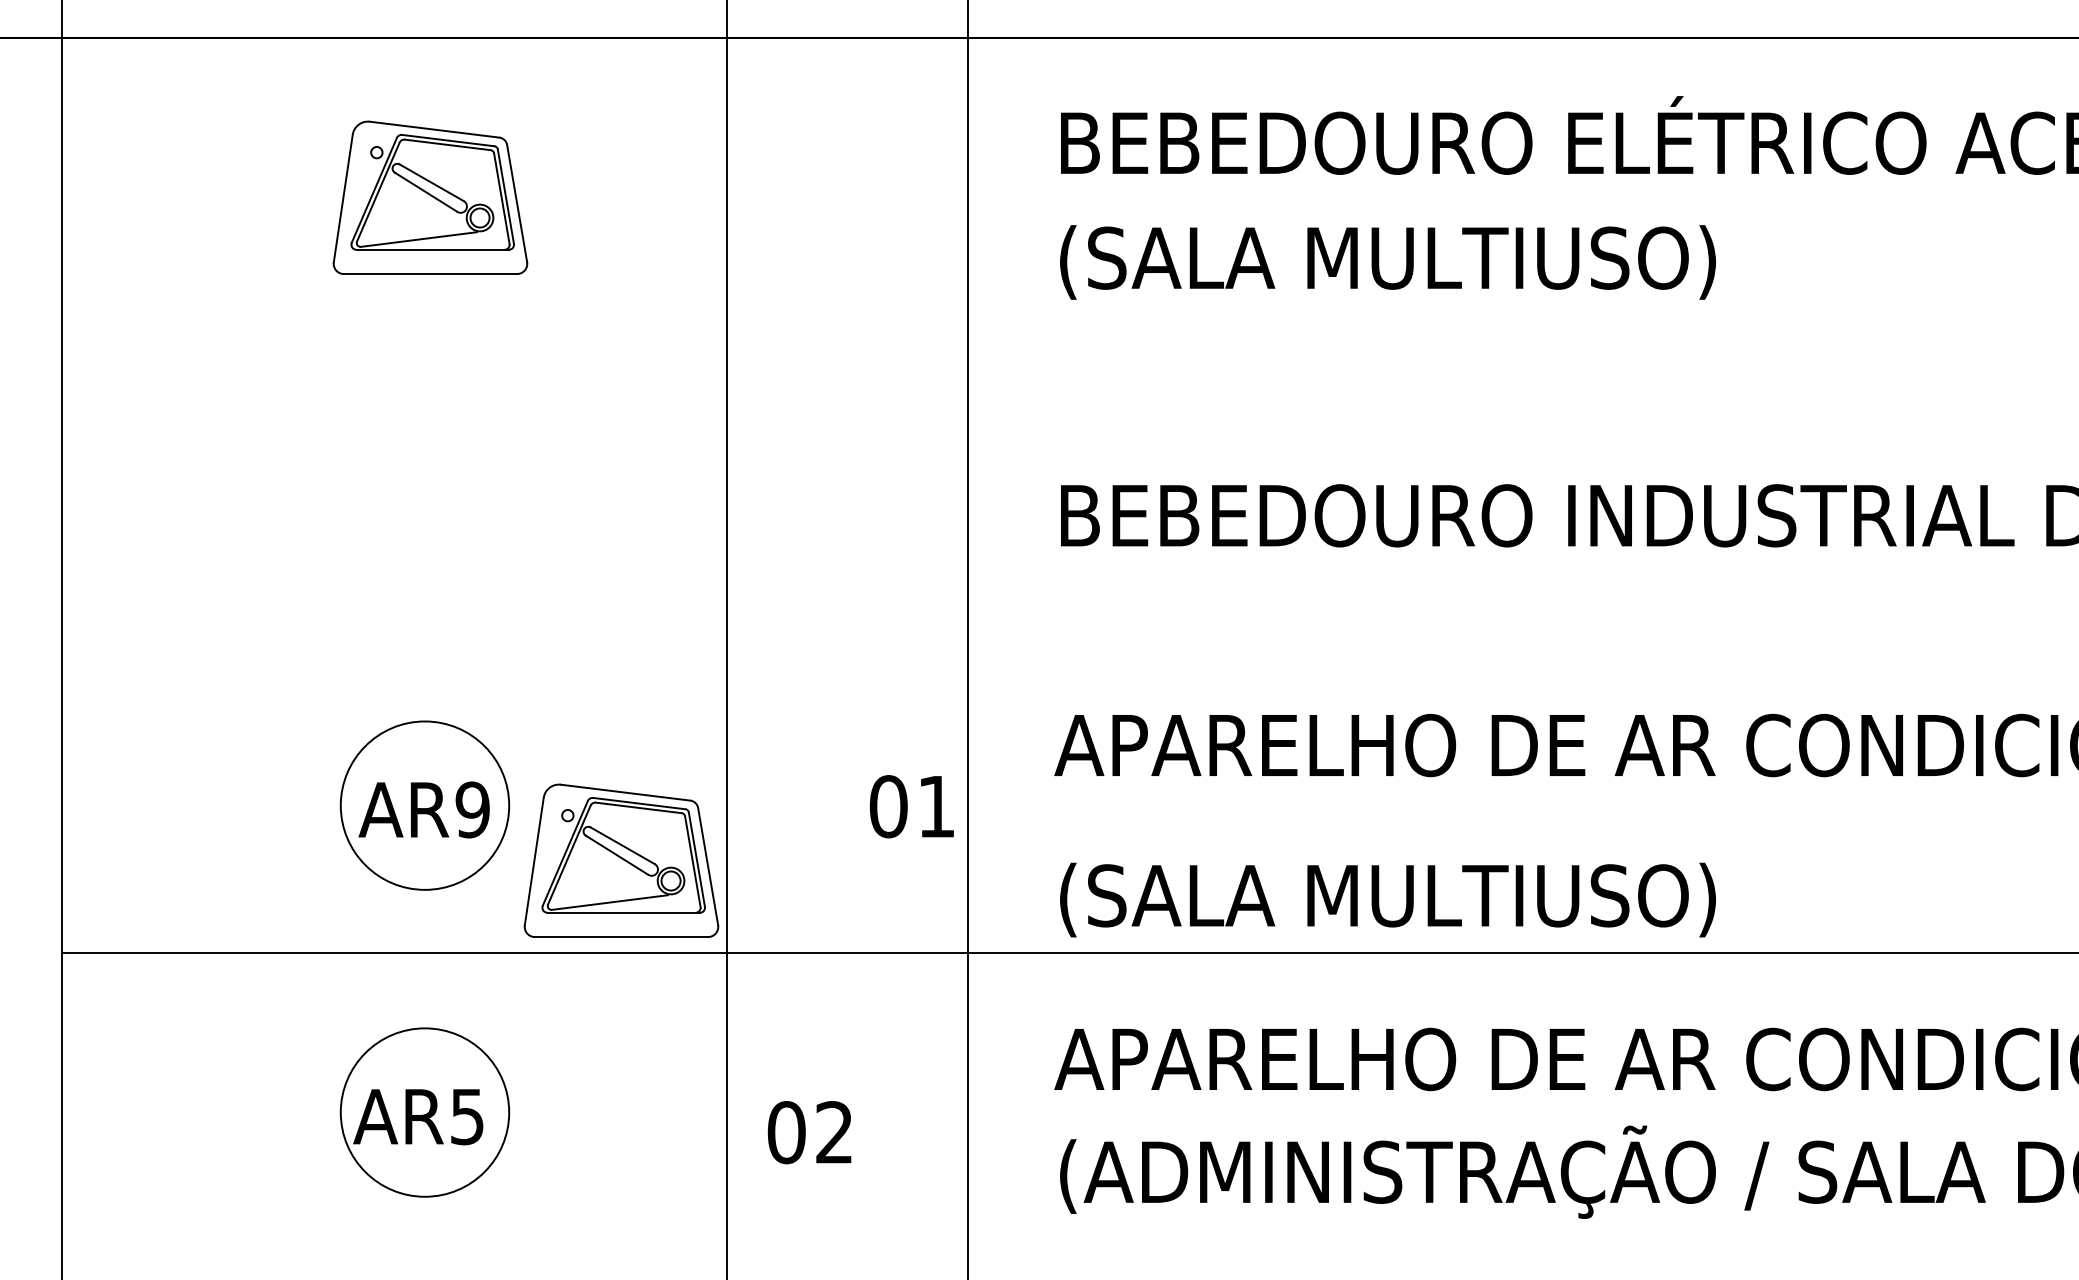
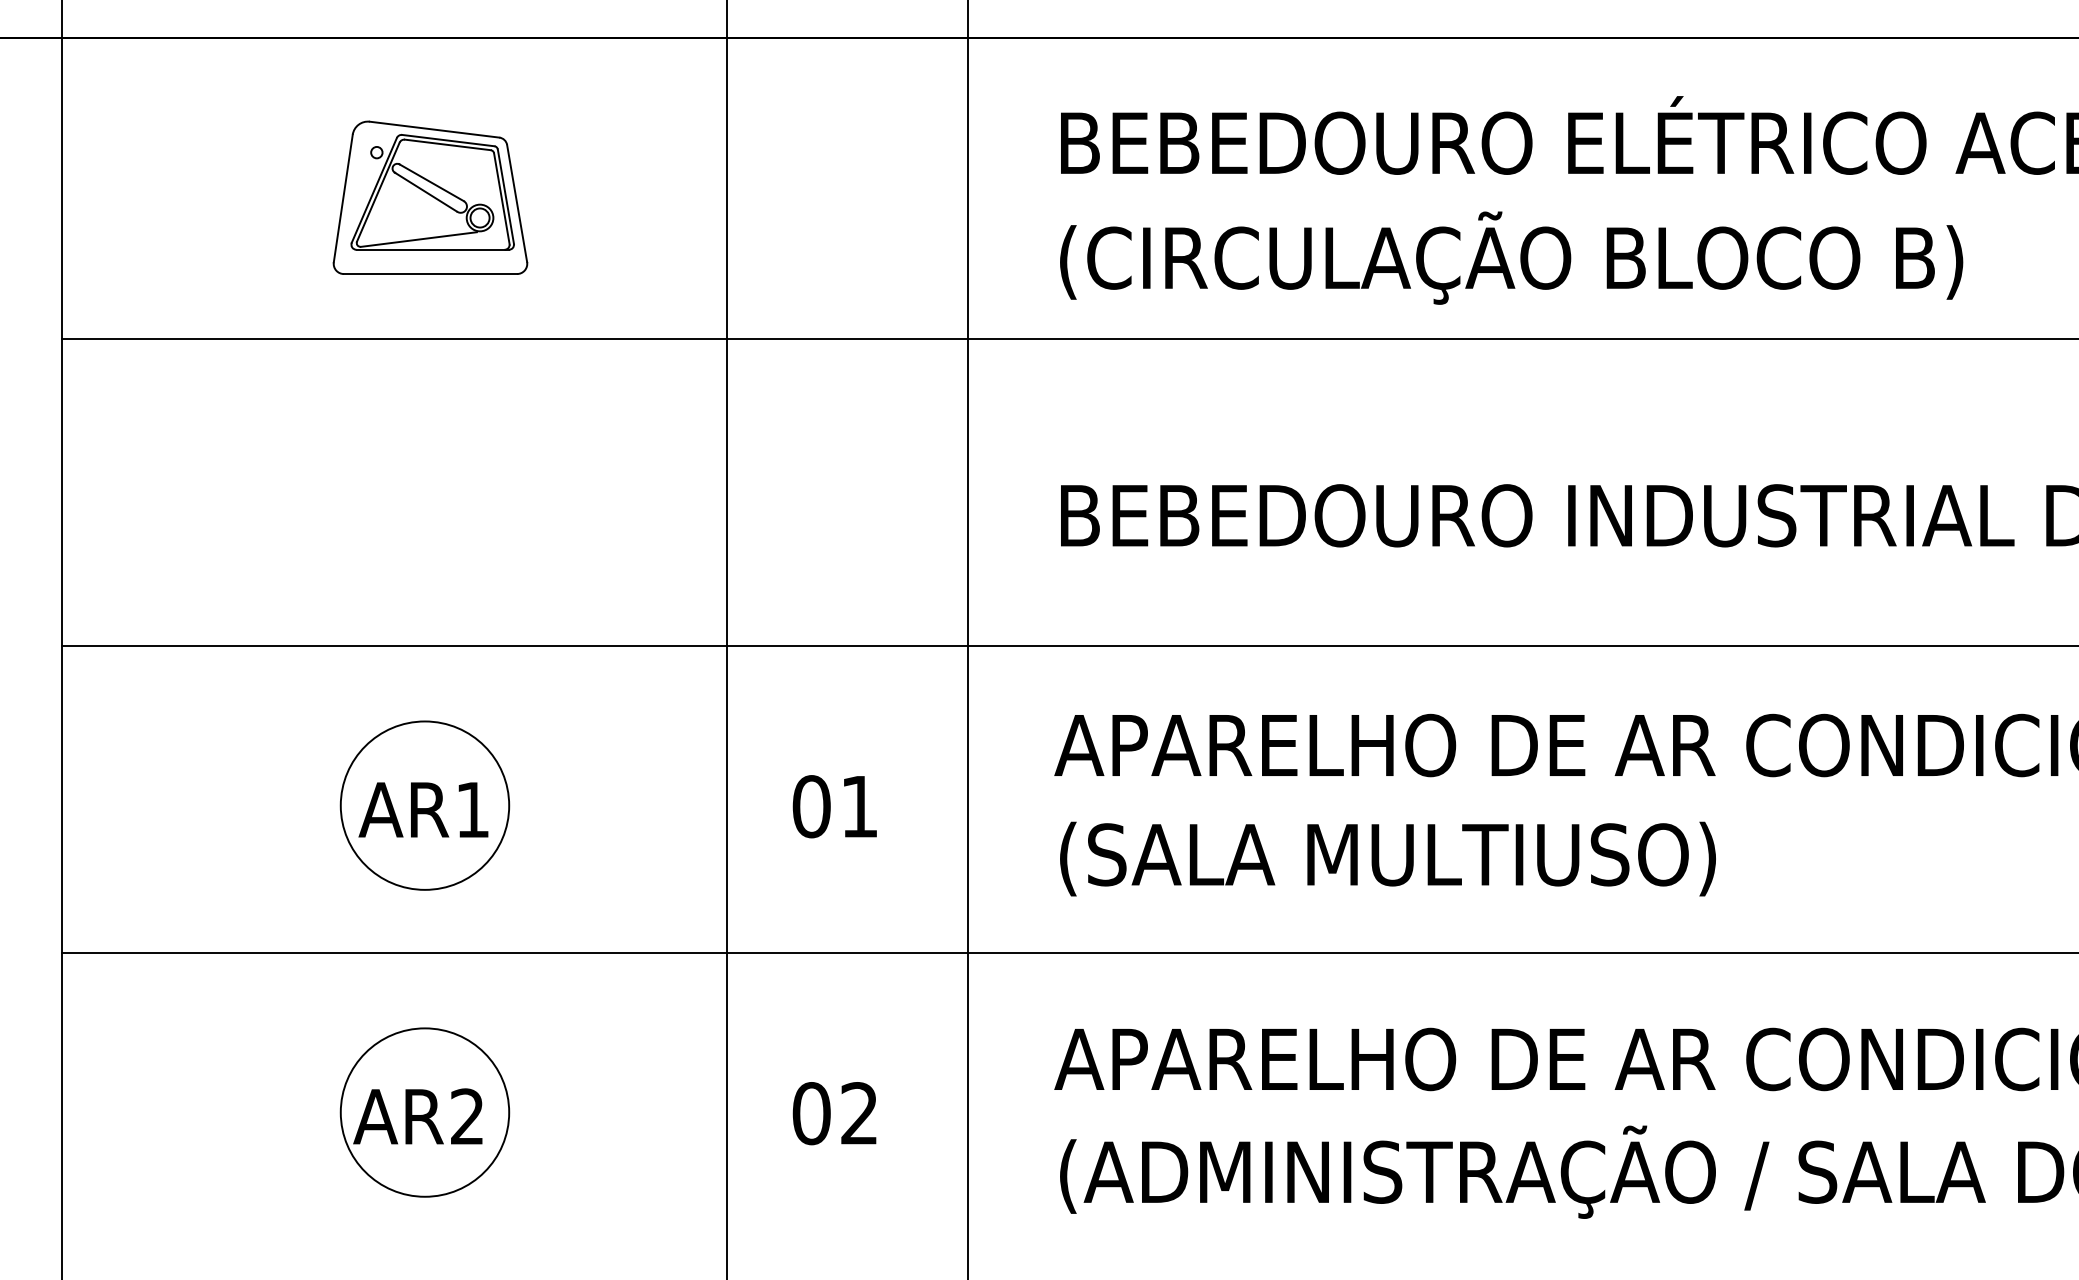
text at (1525, 257): (SALA MULTIUSO) -> (CIRCULAÇÃO BLOCO B)
line at (1068, 338): none -> present
line at (1068, 645): none -> present
text at (911, 806) position: (911, 806) -> (834, 806)
text at (472, 809): AR9 -> AR1
part at (621, 860): present -> none
text at (1387, 899) position: (1387, 899) -> (1387, 858)
text at (467, 1116): AR5 -> AR2
text at (809, 1132) position: (809, 1132) -> (834, 1113)
